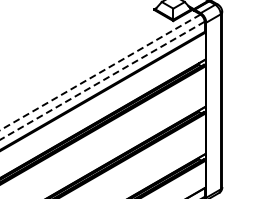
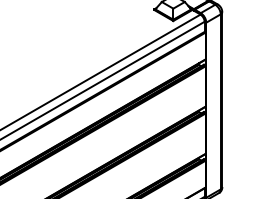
line at (100, 72): dashed -> solid
line at (101, 81): dashed -> solid
